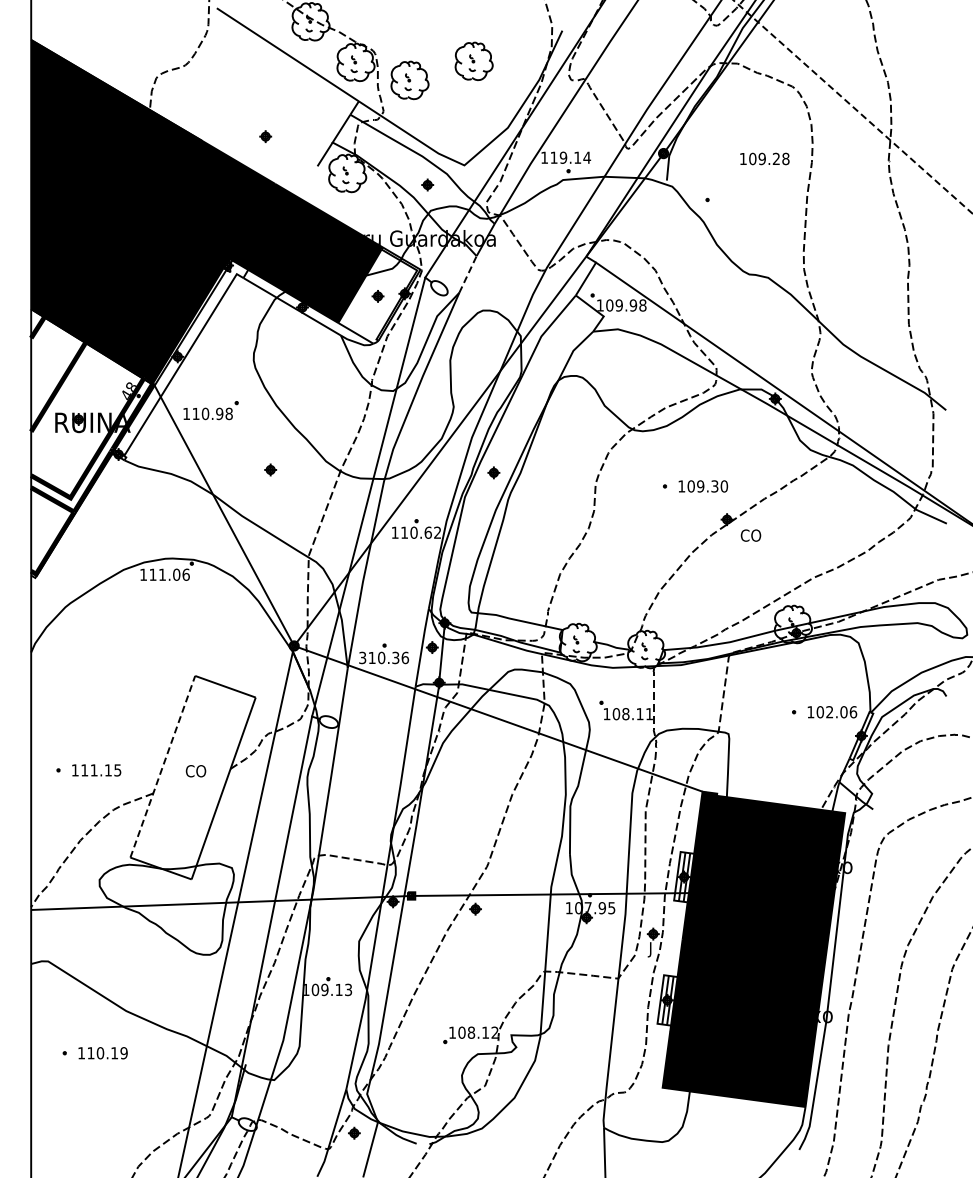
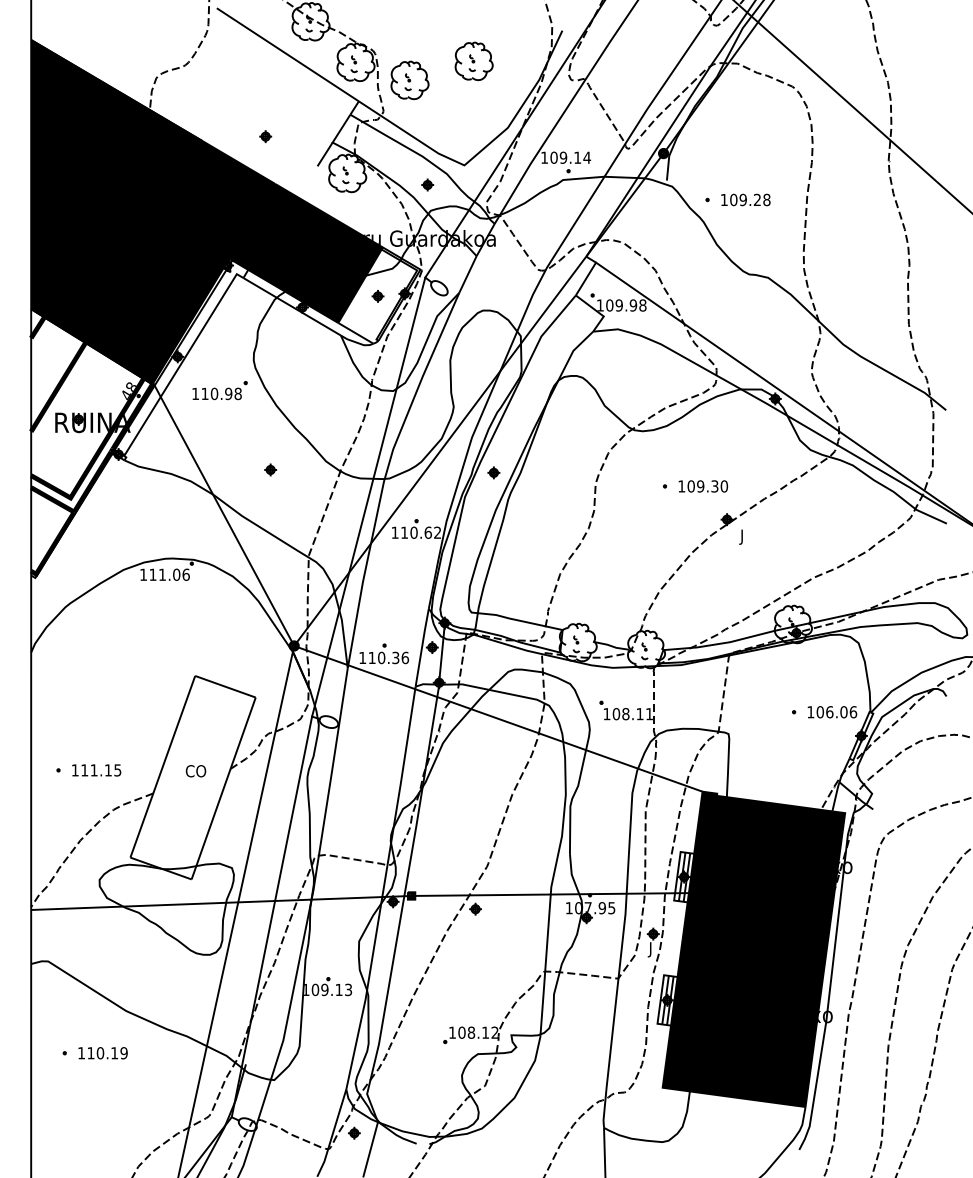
line at (852, 106): dashed -> solid
text at (553, 157): 119.14 -> 109.14
text at (764, 158) position: (764, 158) -> (745, 199)
line at (468, 274): dashed -> solid
part at (210, 410) position: (210, 410) -> (219, 390)
text at (750, 536): CO -> J
text at (362, 657): 310.36 -> 110.36
text at (829, 712): 102.06 -> 106.06
line at (162, 766): dashed -> solid
